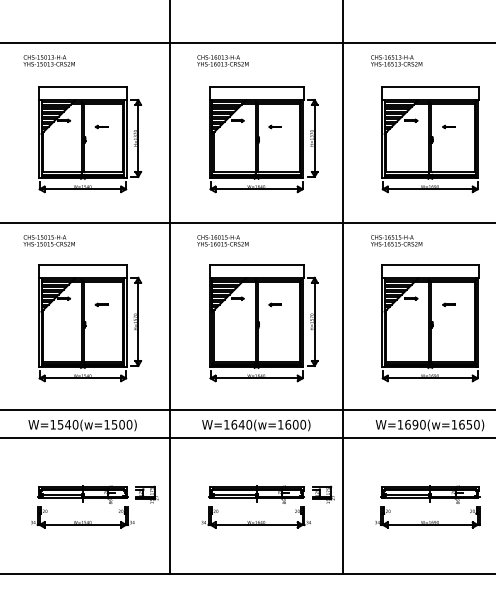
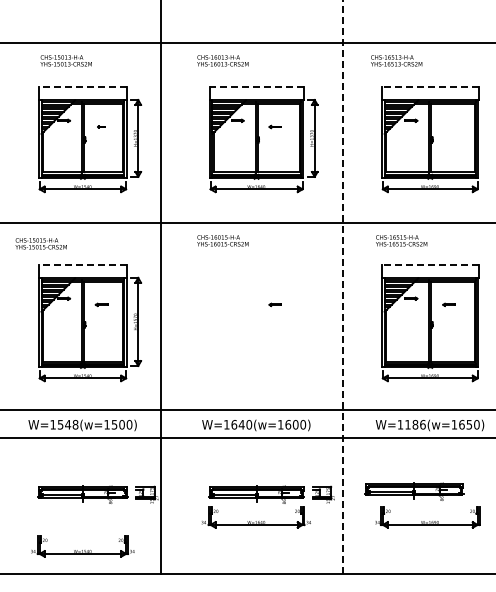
text at (48, 60) position: (48, 60) -> (65, 60)
line at (82, 87): solid -> dashed
line at (256, 87): solid -> dashed
line at (429, 87): solid -> dashed
part at (101, 126) size: 15x6 px -> 9x4 px
part at (448, 126): present -> none
text at (48, 240) position: (48, 240) -> (40, 243)
text at (396, 240) position: (396, 240) -> (401, 240)
line at (82, 265): solid -> dashed
line at (429, 265): solid -> dashed
line at (343, 287): solid -> dashed
line at (169, 288) position: (169, 288) -> (160, 288)
part at (263, 323): present -> none
text at (75, 424): W=1540(w=1500) -> W=1548(w=1500)
text at (415, 424): W=1690(w=1650) -> W=1186(w=1650)
part at (430, 494) position: (430, 494) -> (414, 491)
part at (82, 517) position: (82, 517) -> (82, 546)
